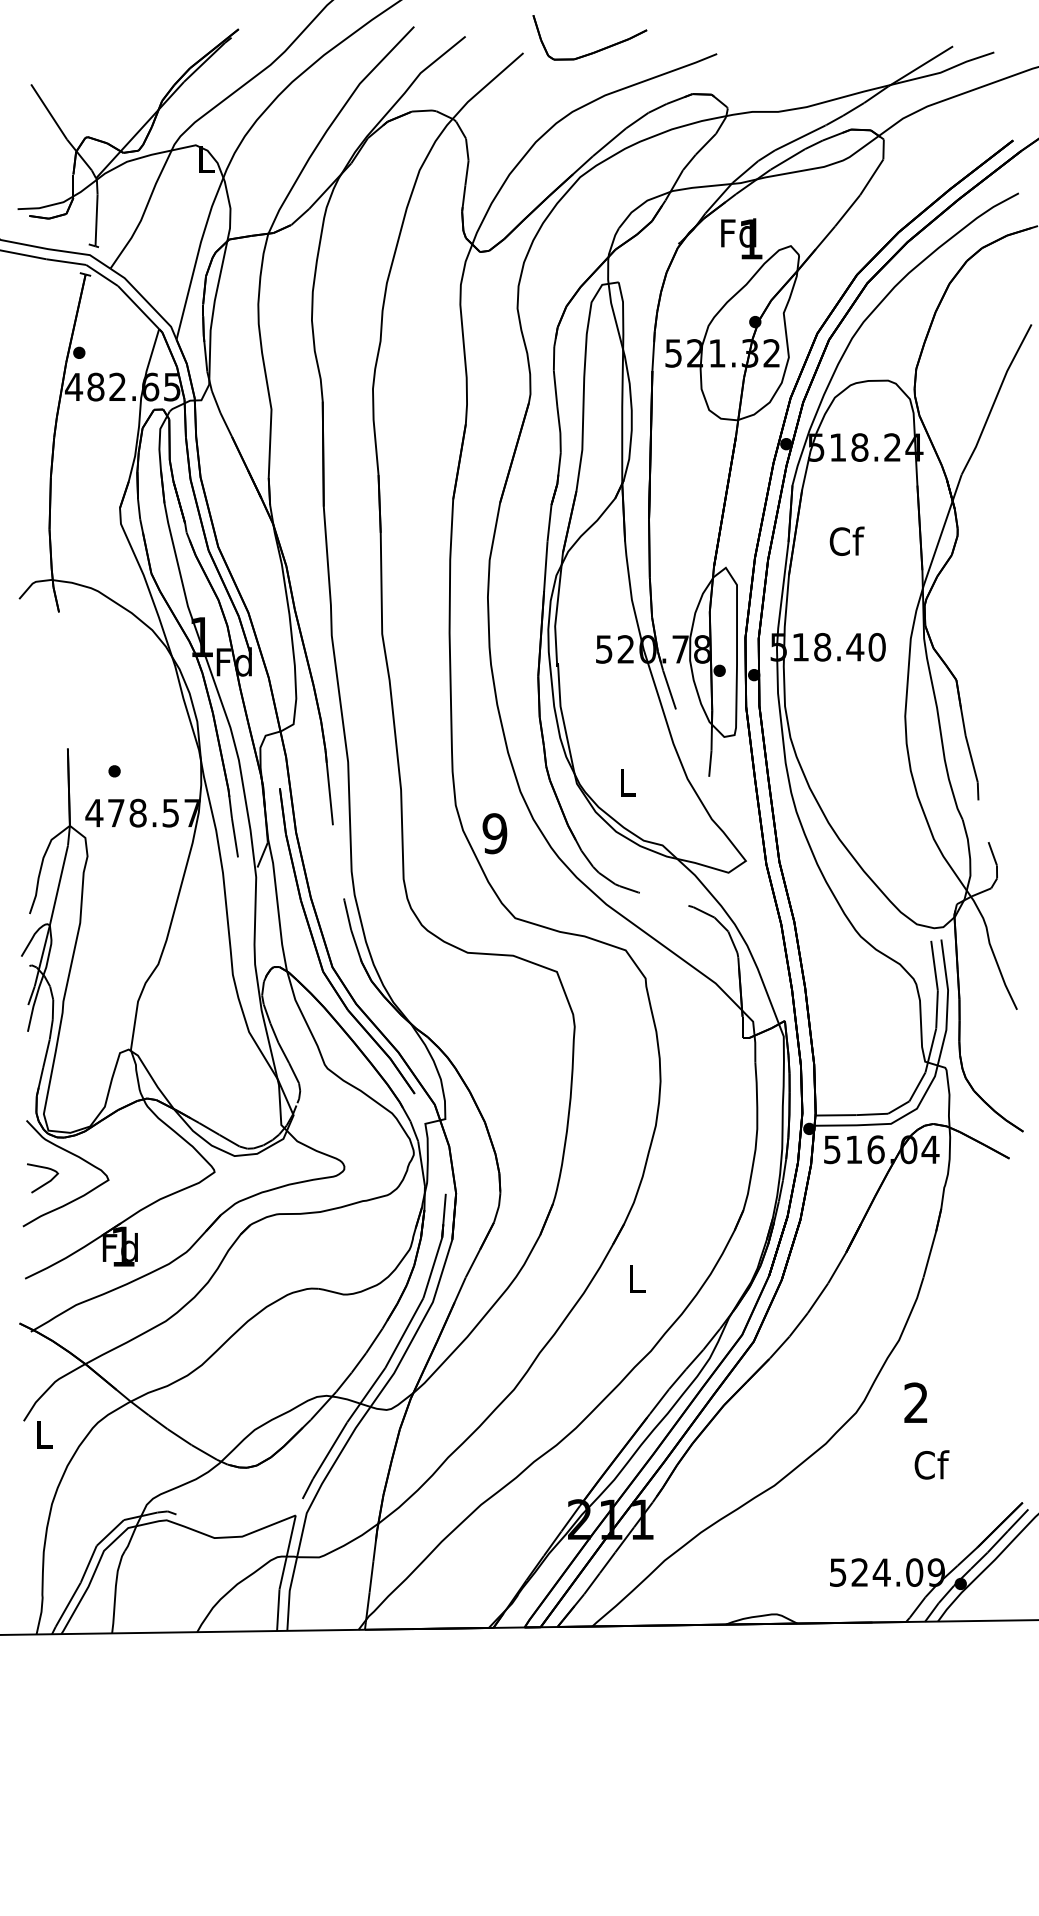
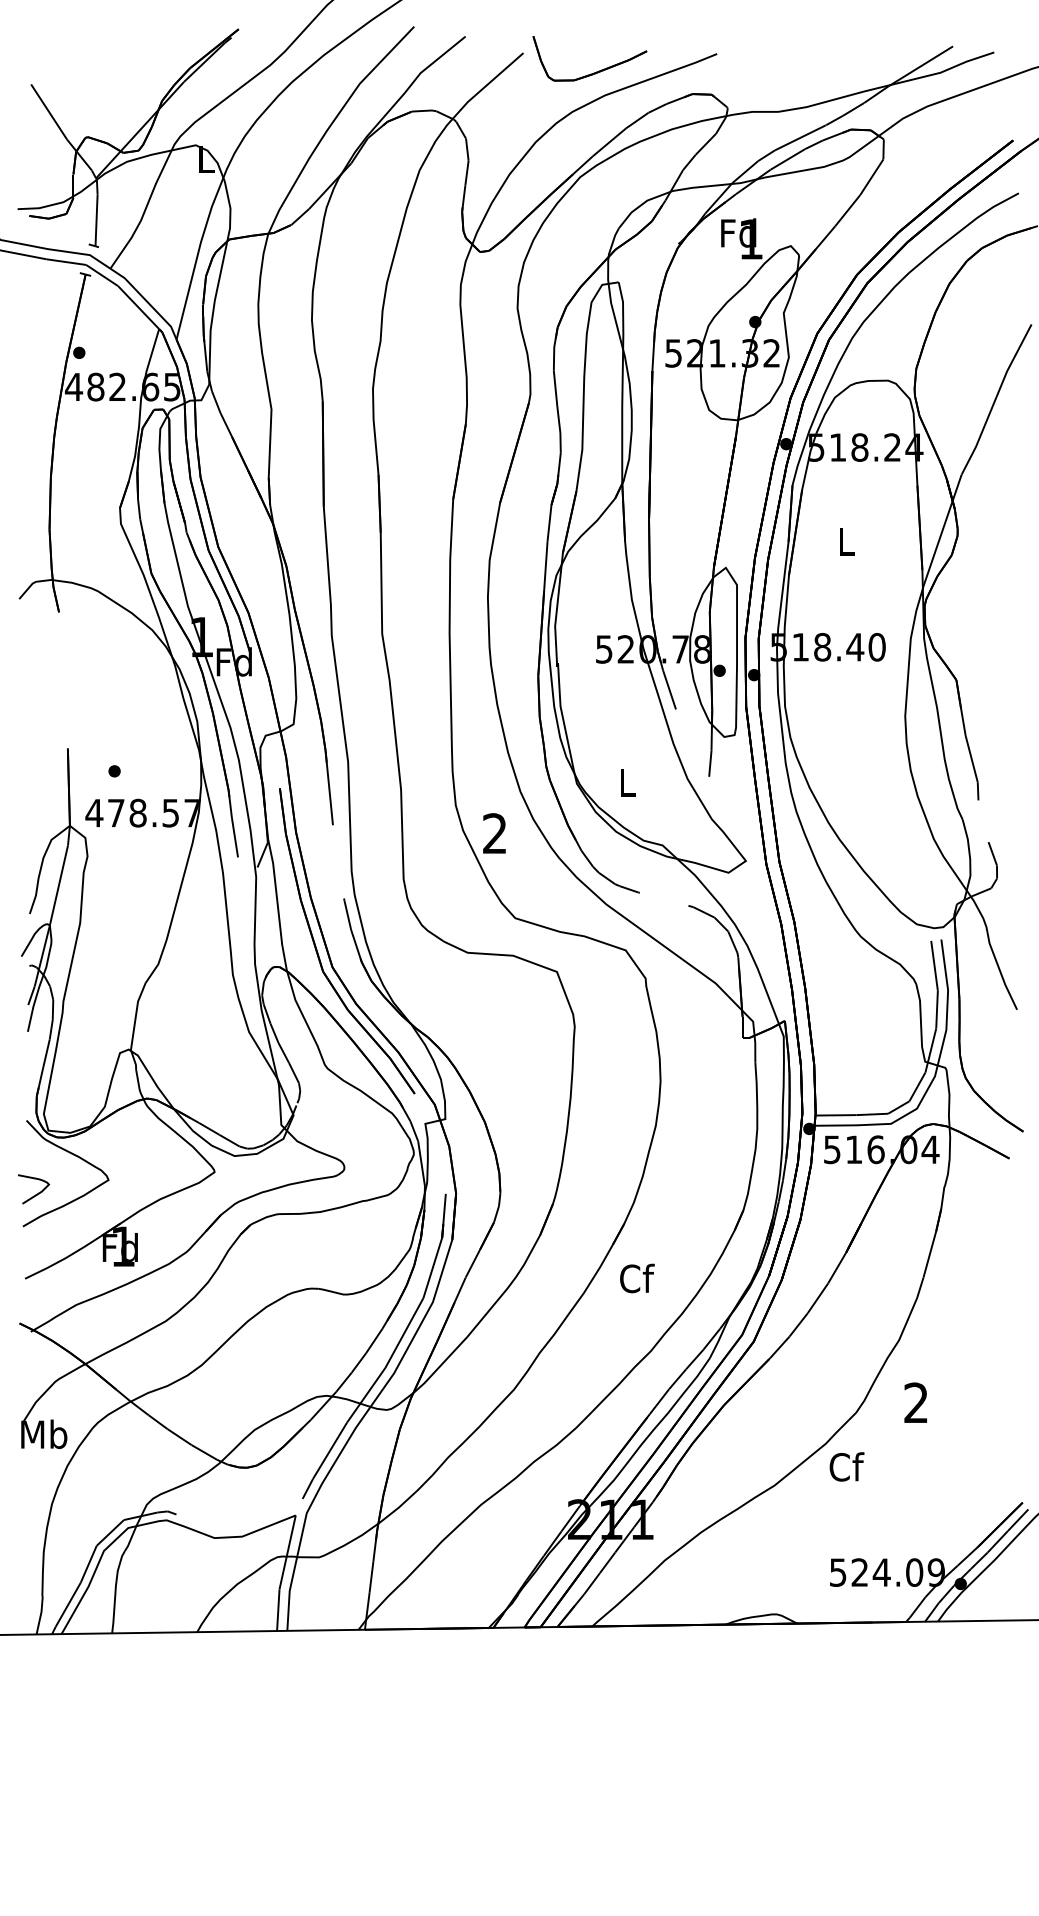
part at (593, 51) position: (593, 51) -> (593, 72)
text at (846, 540): Cf -> L
text at (494, 833): 9 -> 2
curve at (45, 1182) position: (45, 1182) -> (36, 1193)
text at (637, 1278): L -> Cf
text at (44, 1434): L -> Mb
text at (931, 1464) position: (931, 1464) -> (846, 1466)
